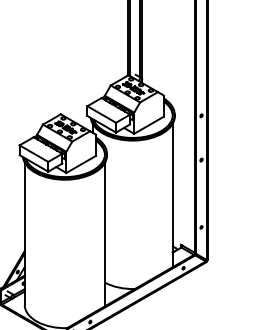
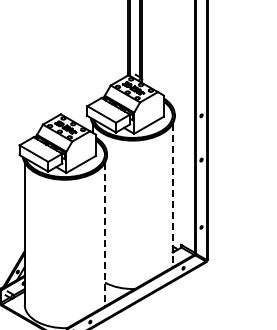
line at (172, 195): solid -> dashed
line at (105, 234): solid -> dashed
